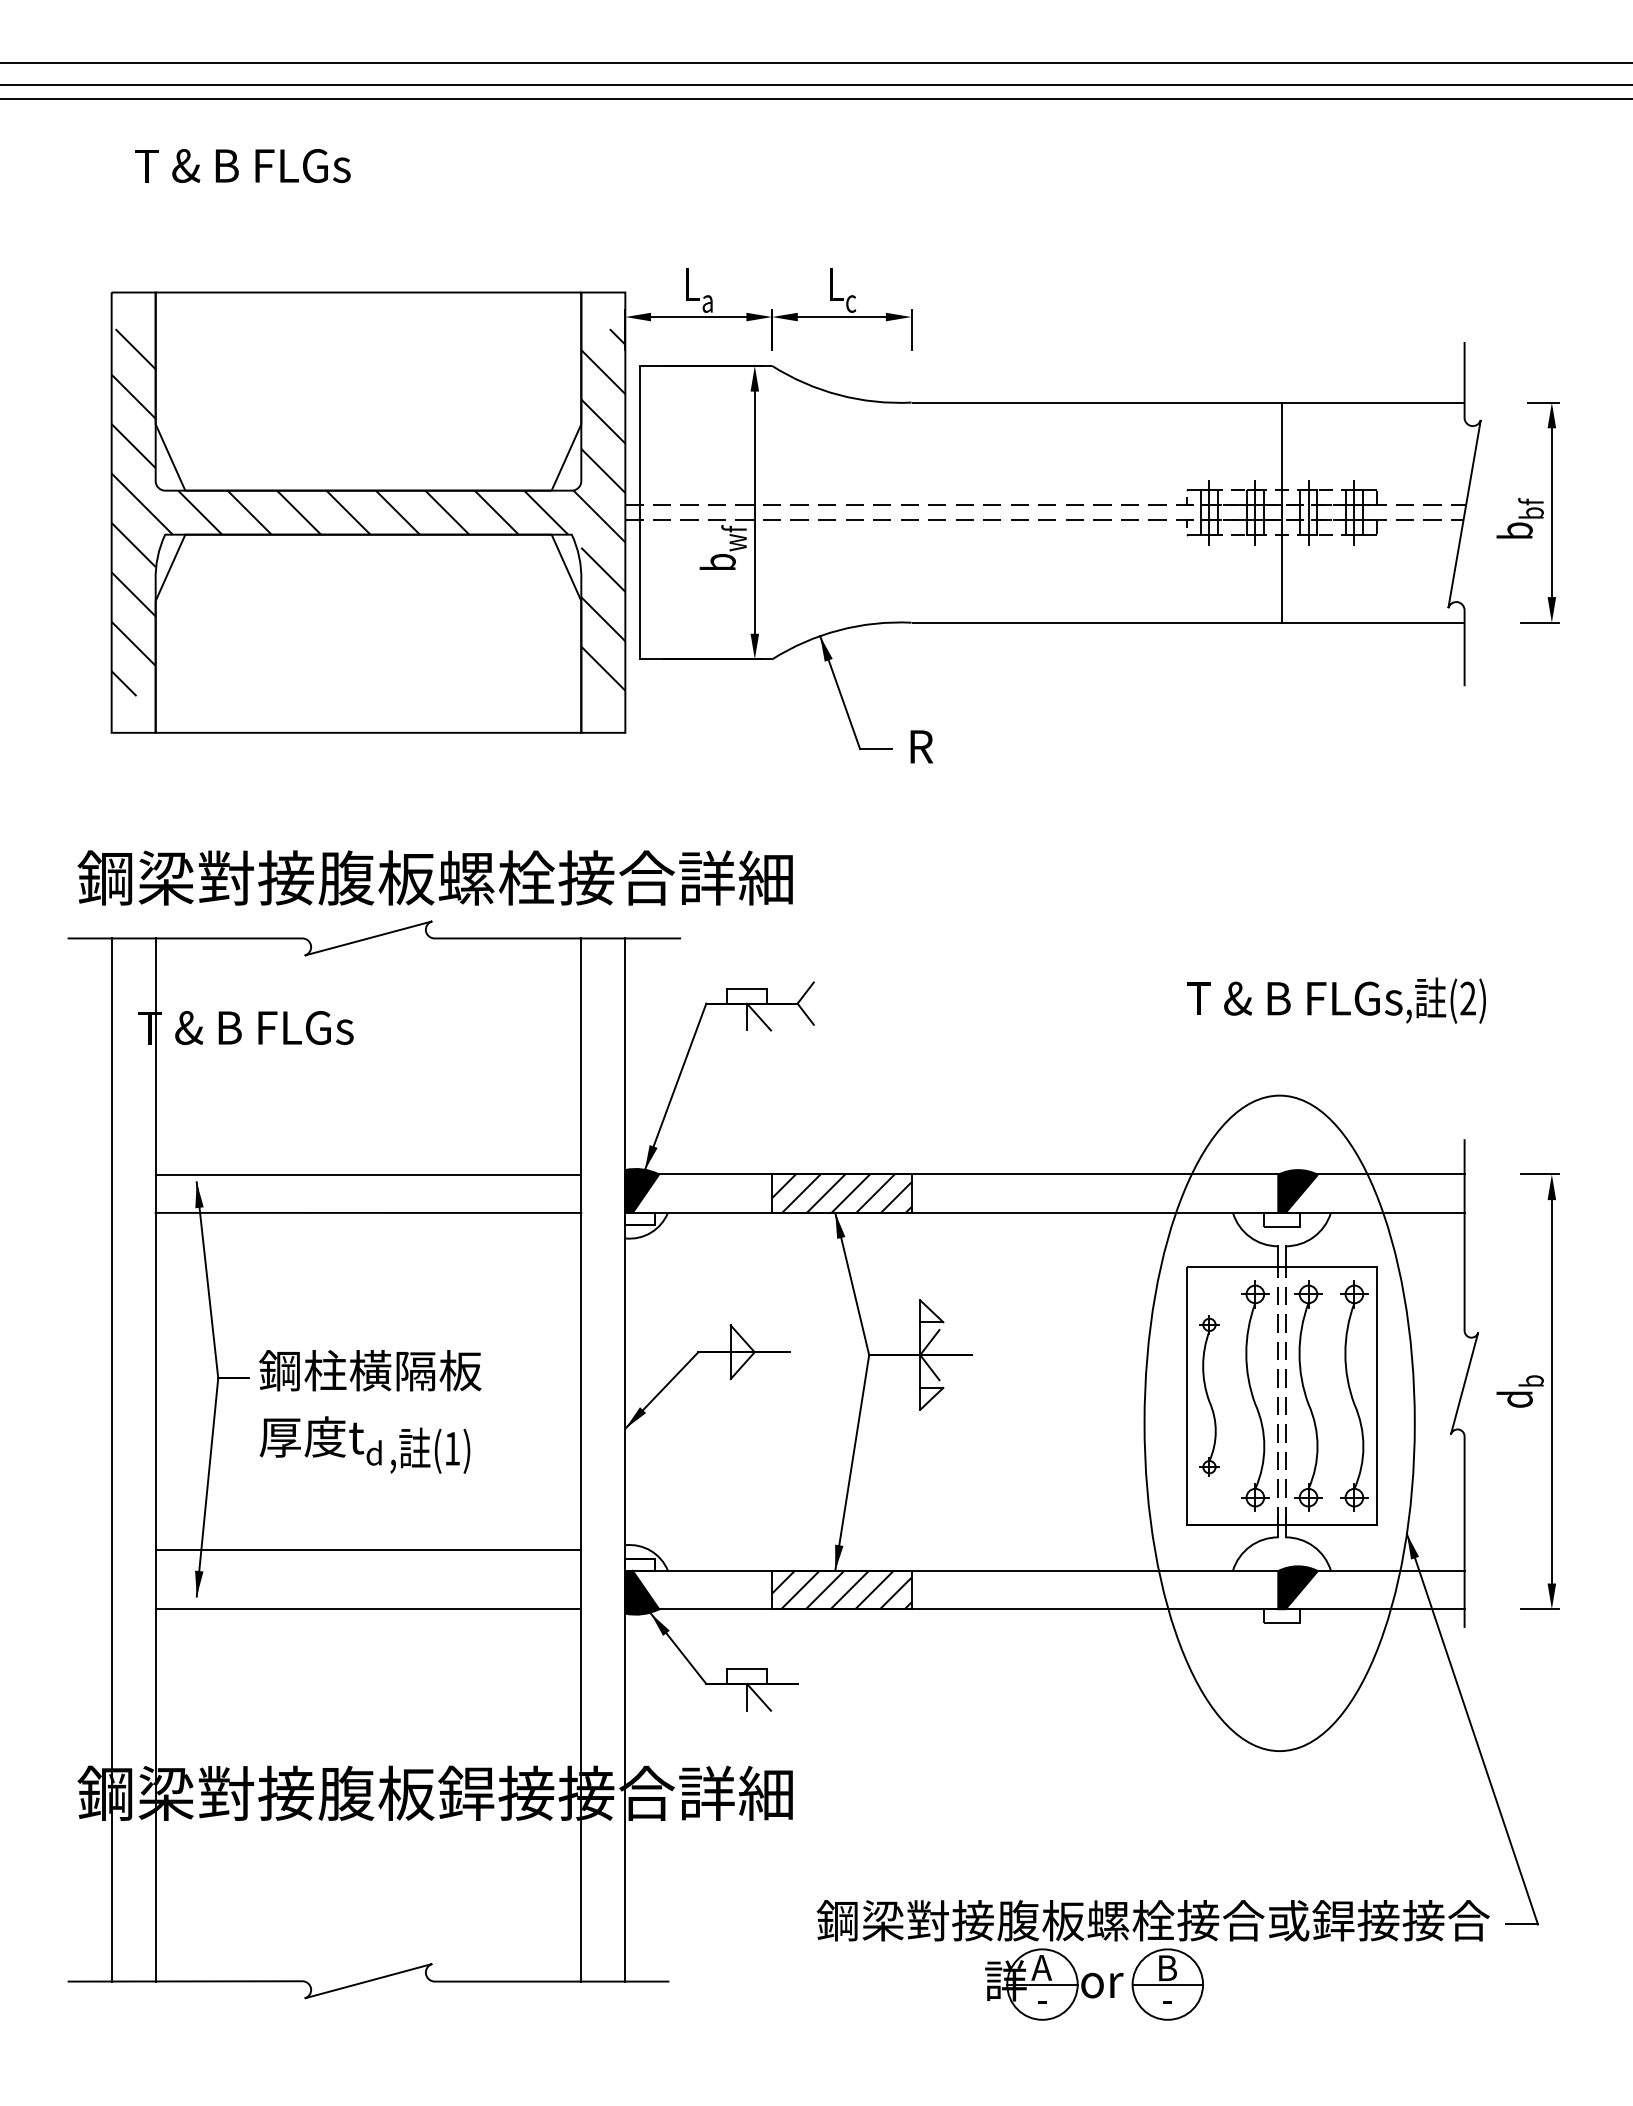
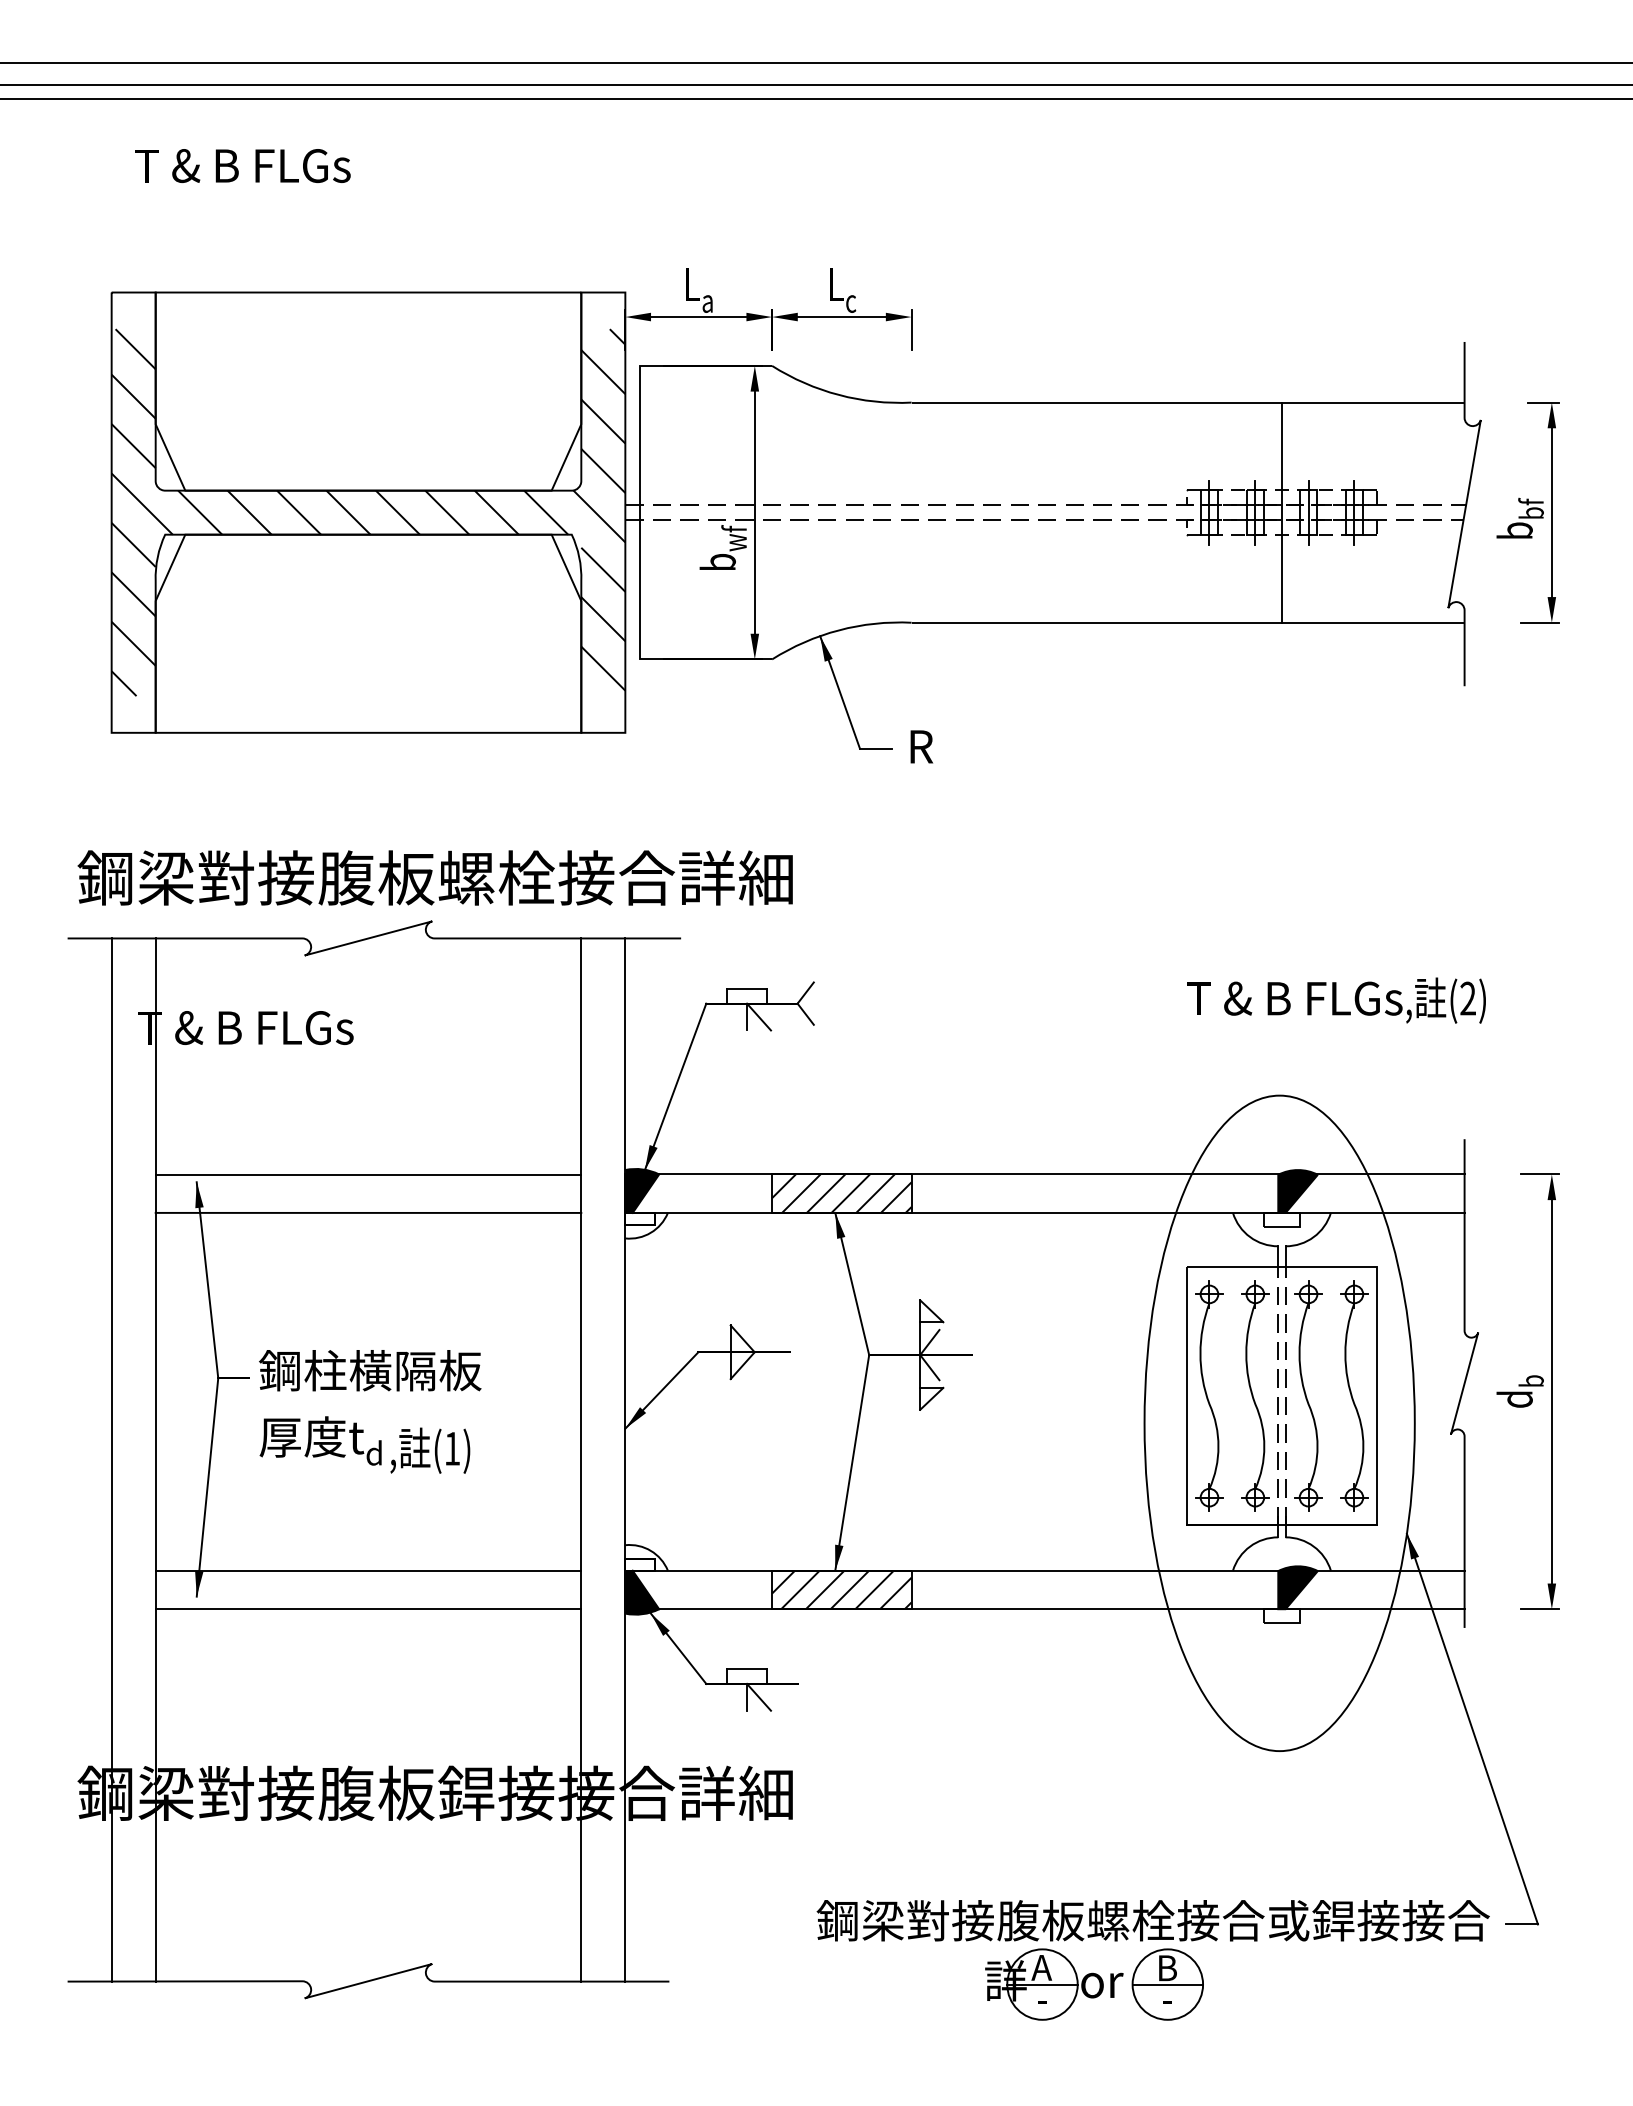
part at (1209, 1395) size: 21x162 px -> 29x232 px
line at (368, 1549) position: (368, 1549) -> (368, 1570)
